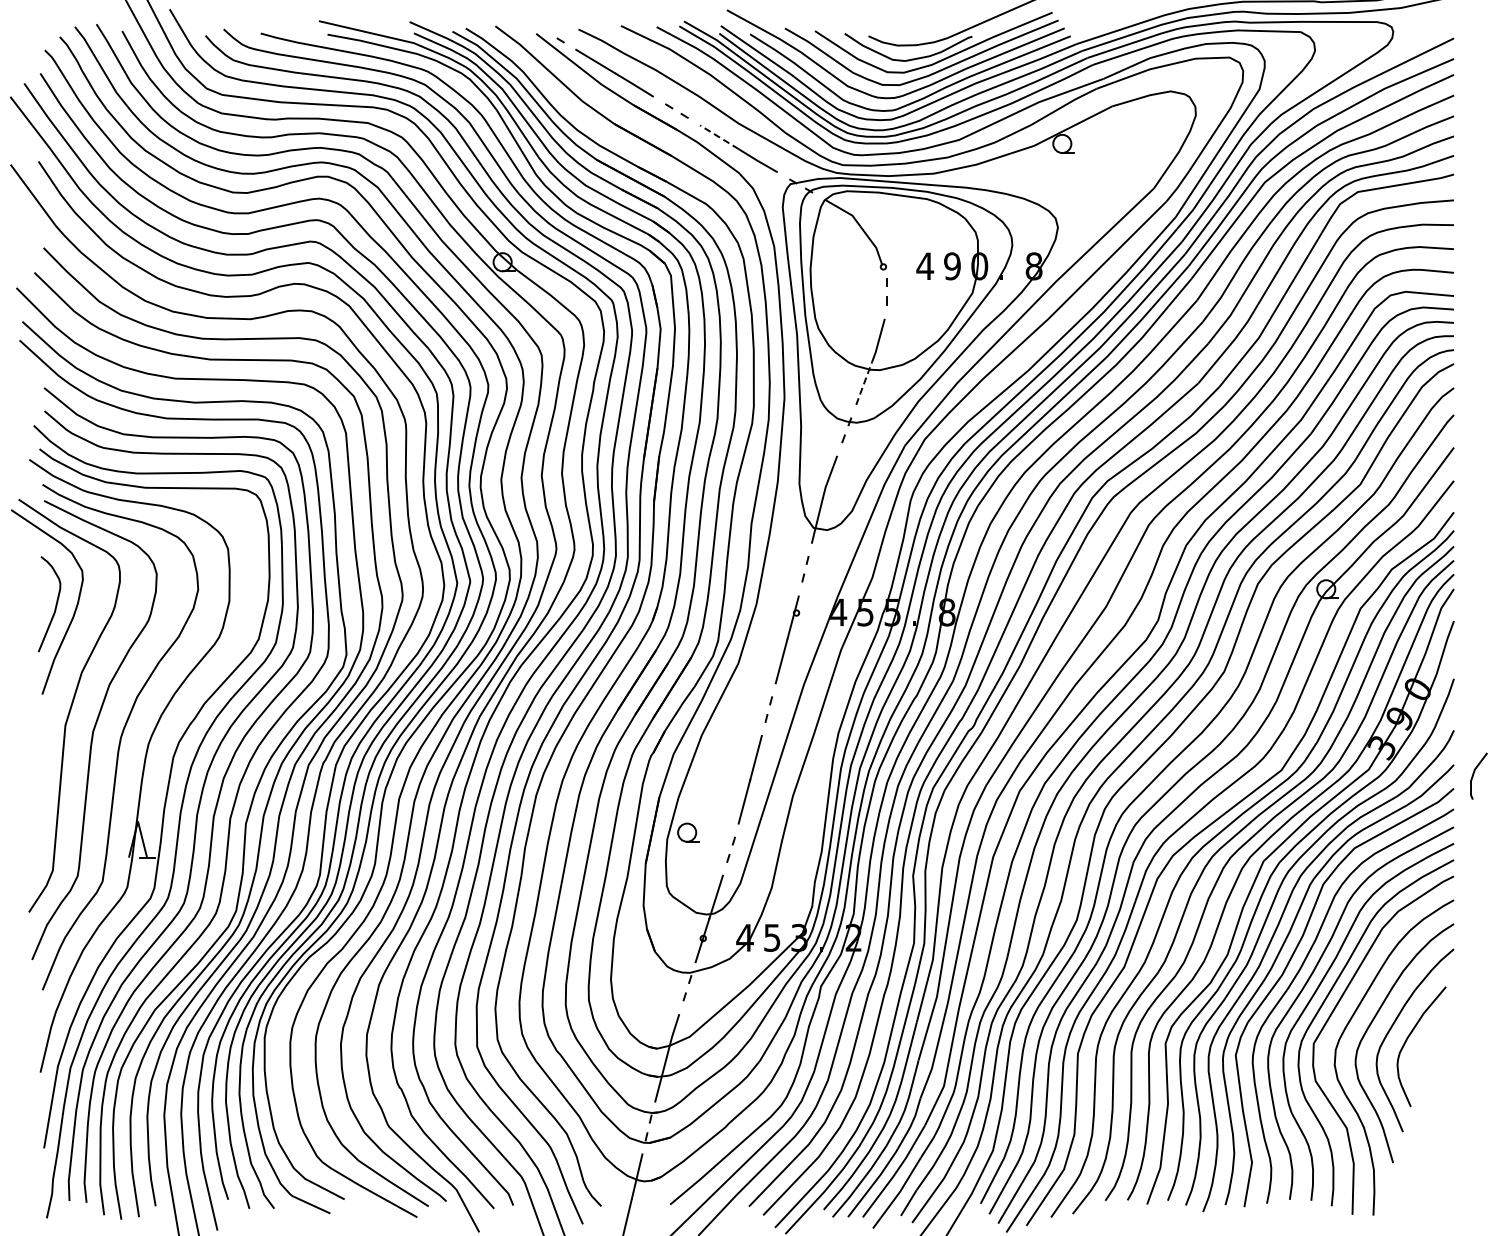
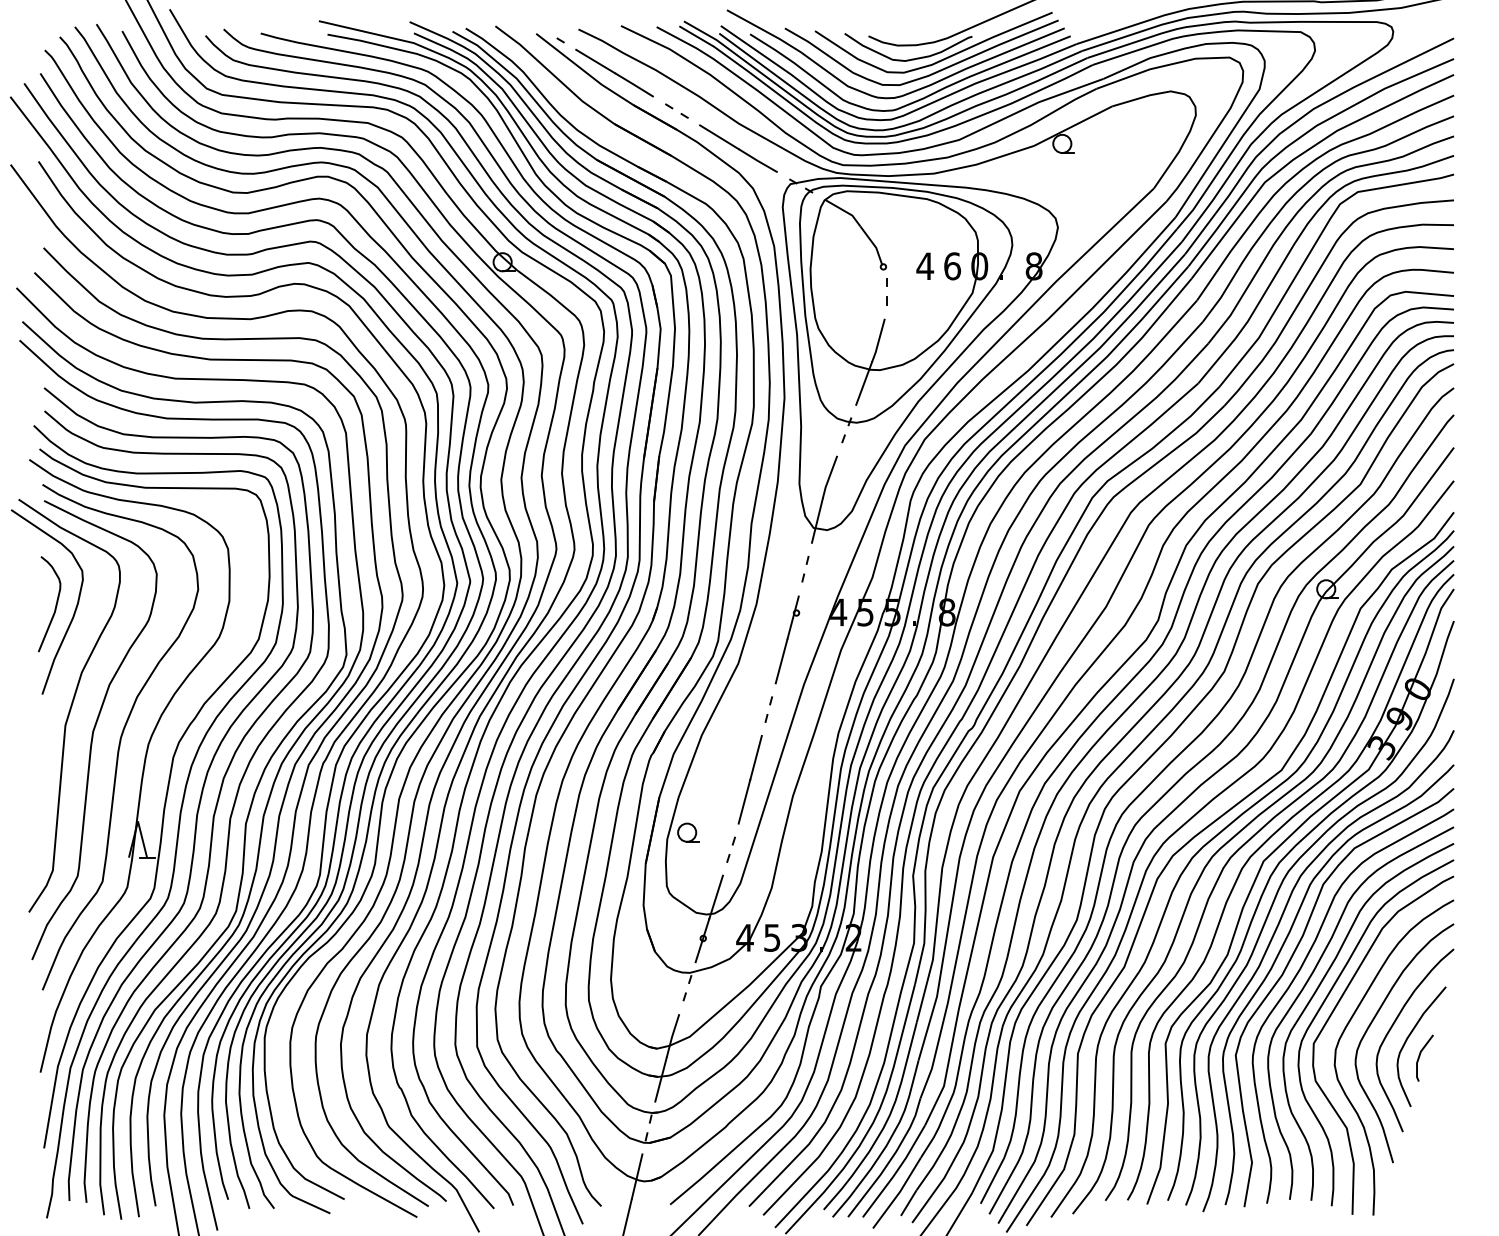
line at (719, 137): dashed -> solid
text at (952, 266): 9 -> 6
line at (864, 383): dashed -> solid
line at (1474, 774) position: (1474, 774) -> (1420, 1056)
